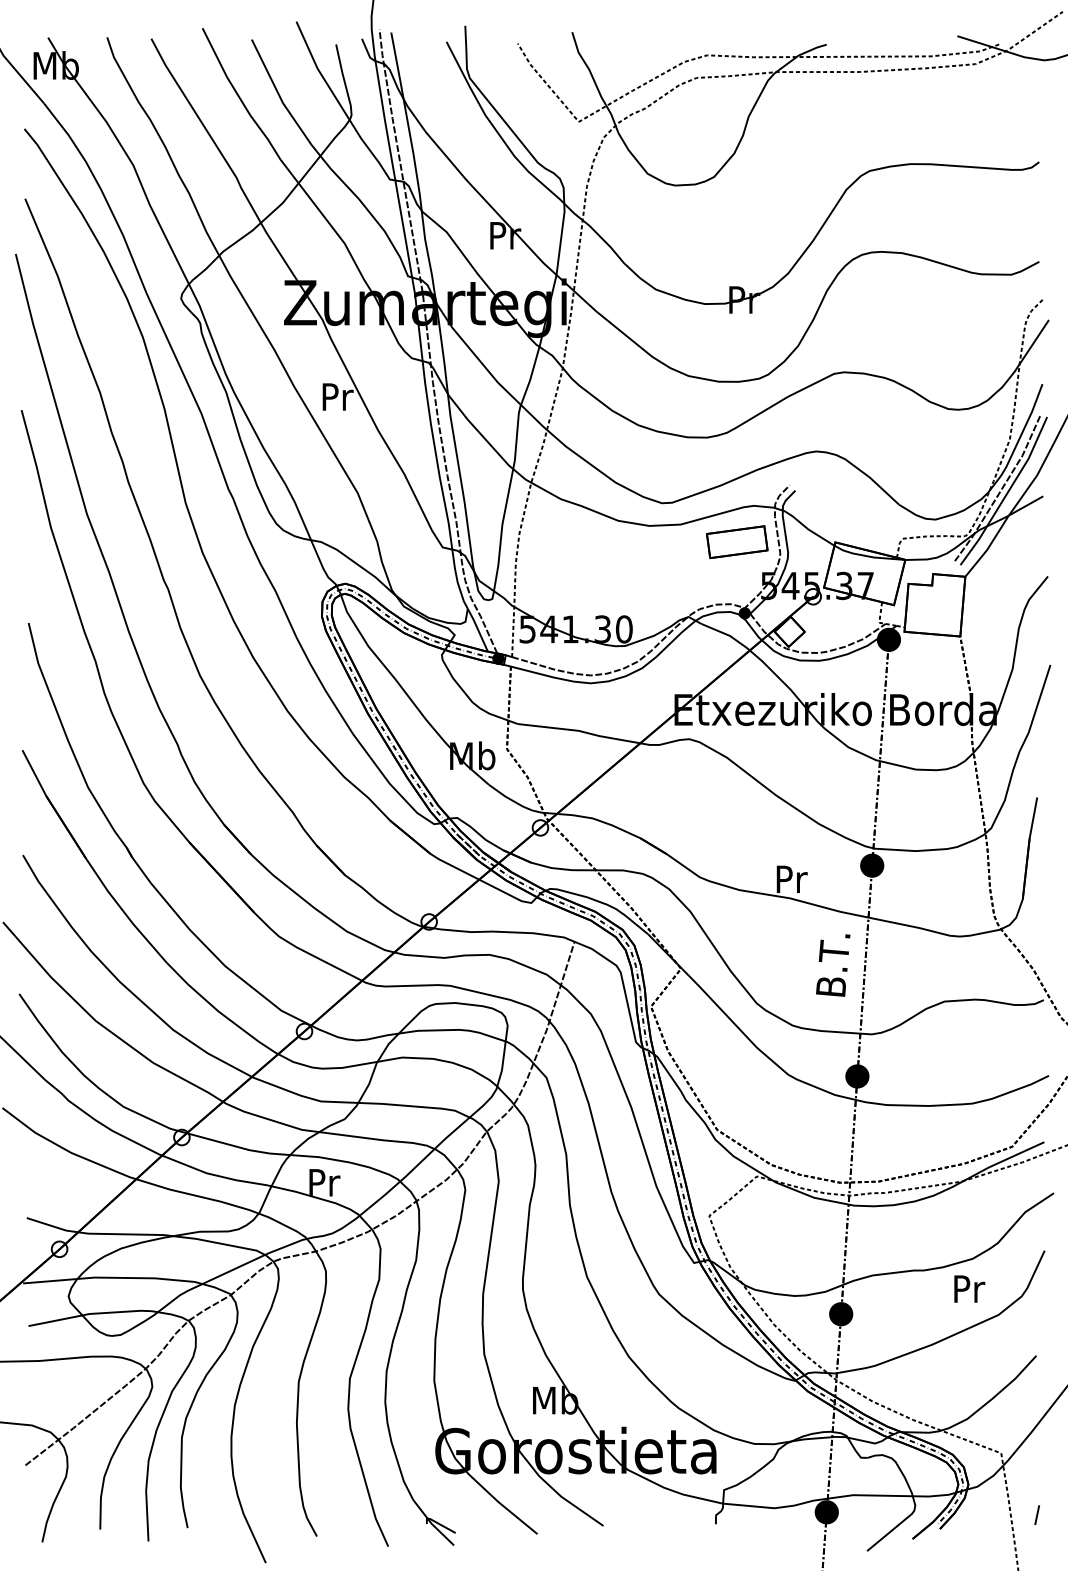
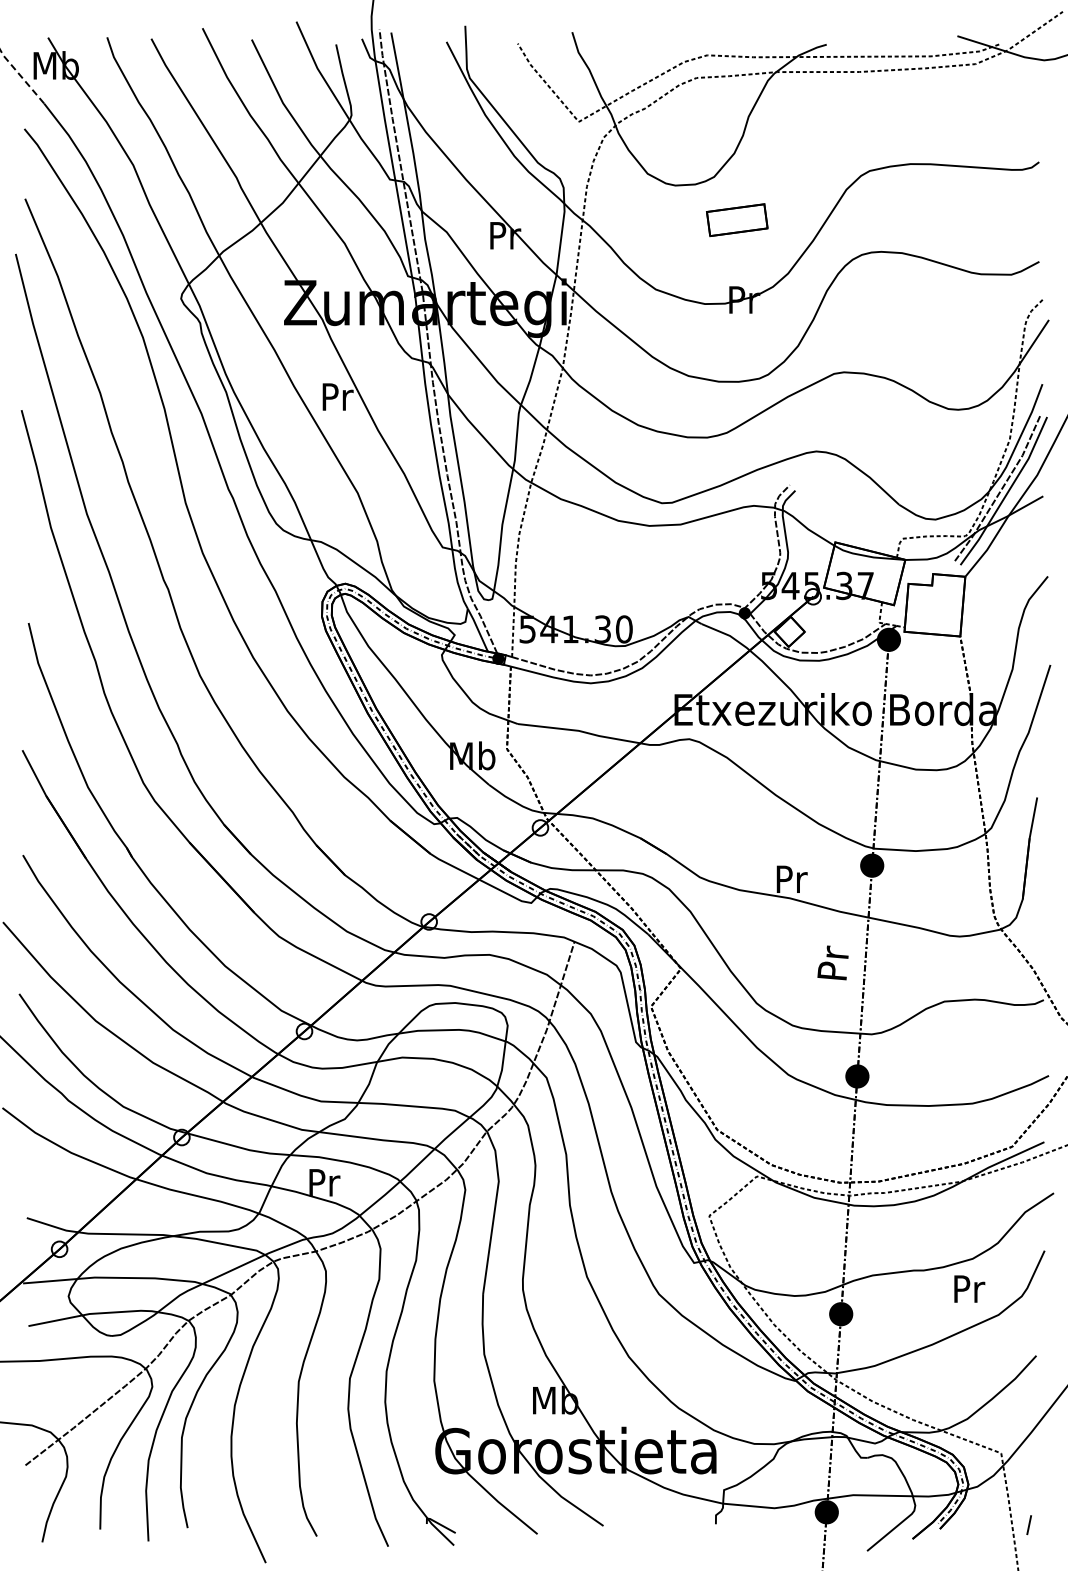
line at (21, 76): solid -> dashed
part at (737, 541) position: (737, 541) -> (737, 219)
text at (833, 965): B.T. -> Pr
line at (1036, 1515) position: (1036, 1515) -> (1028, 1525)
